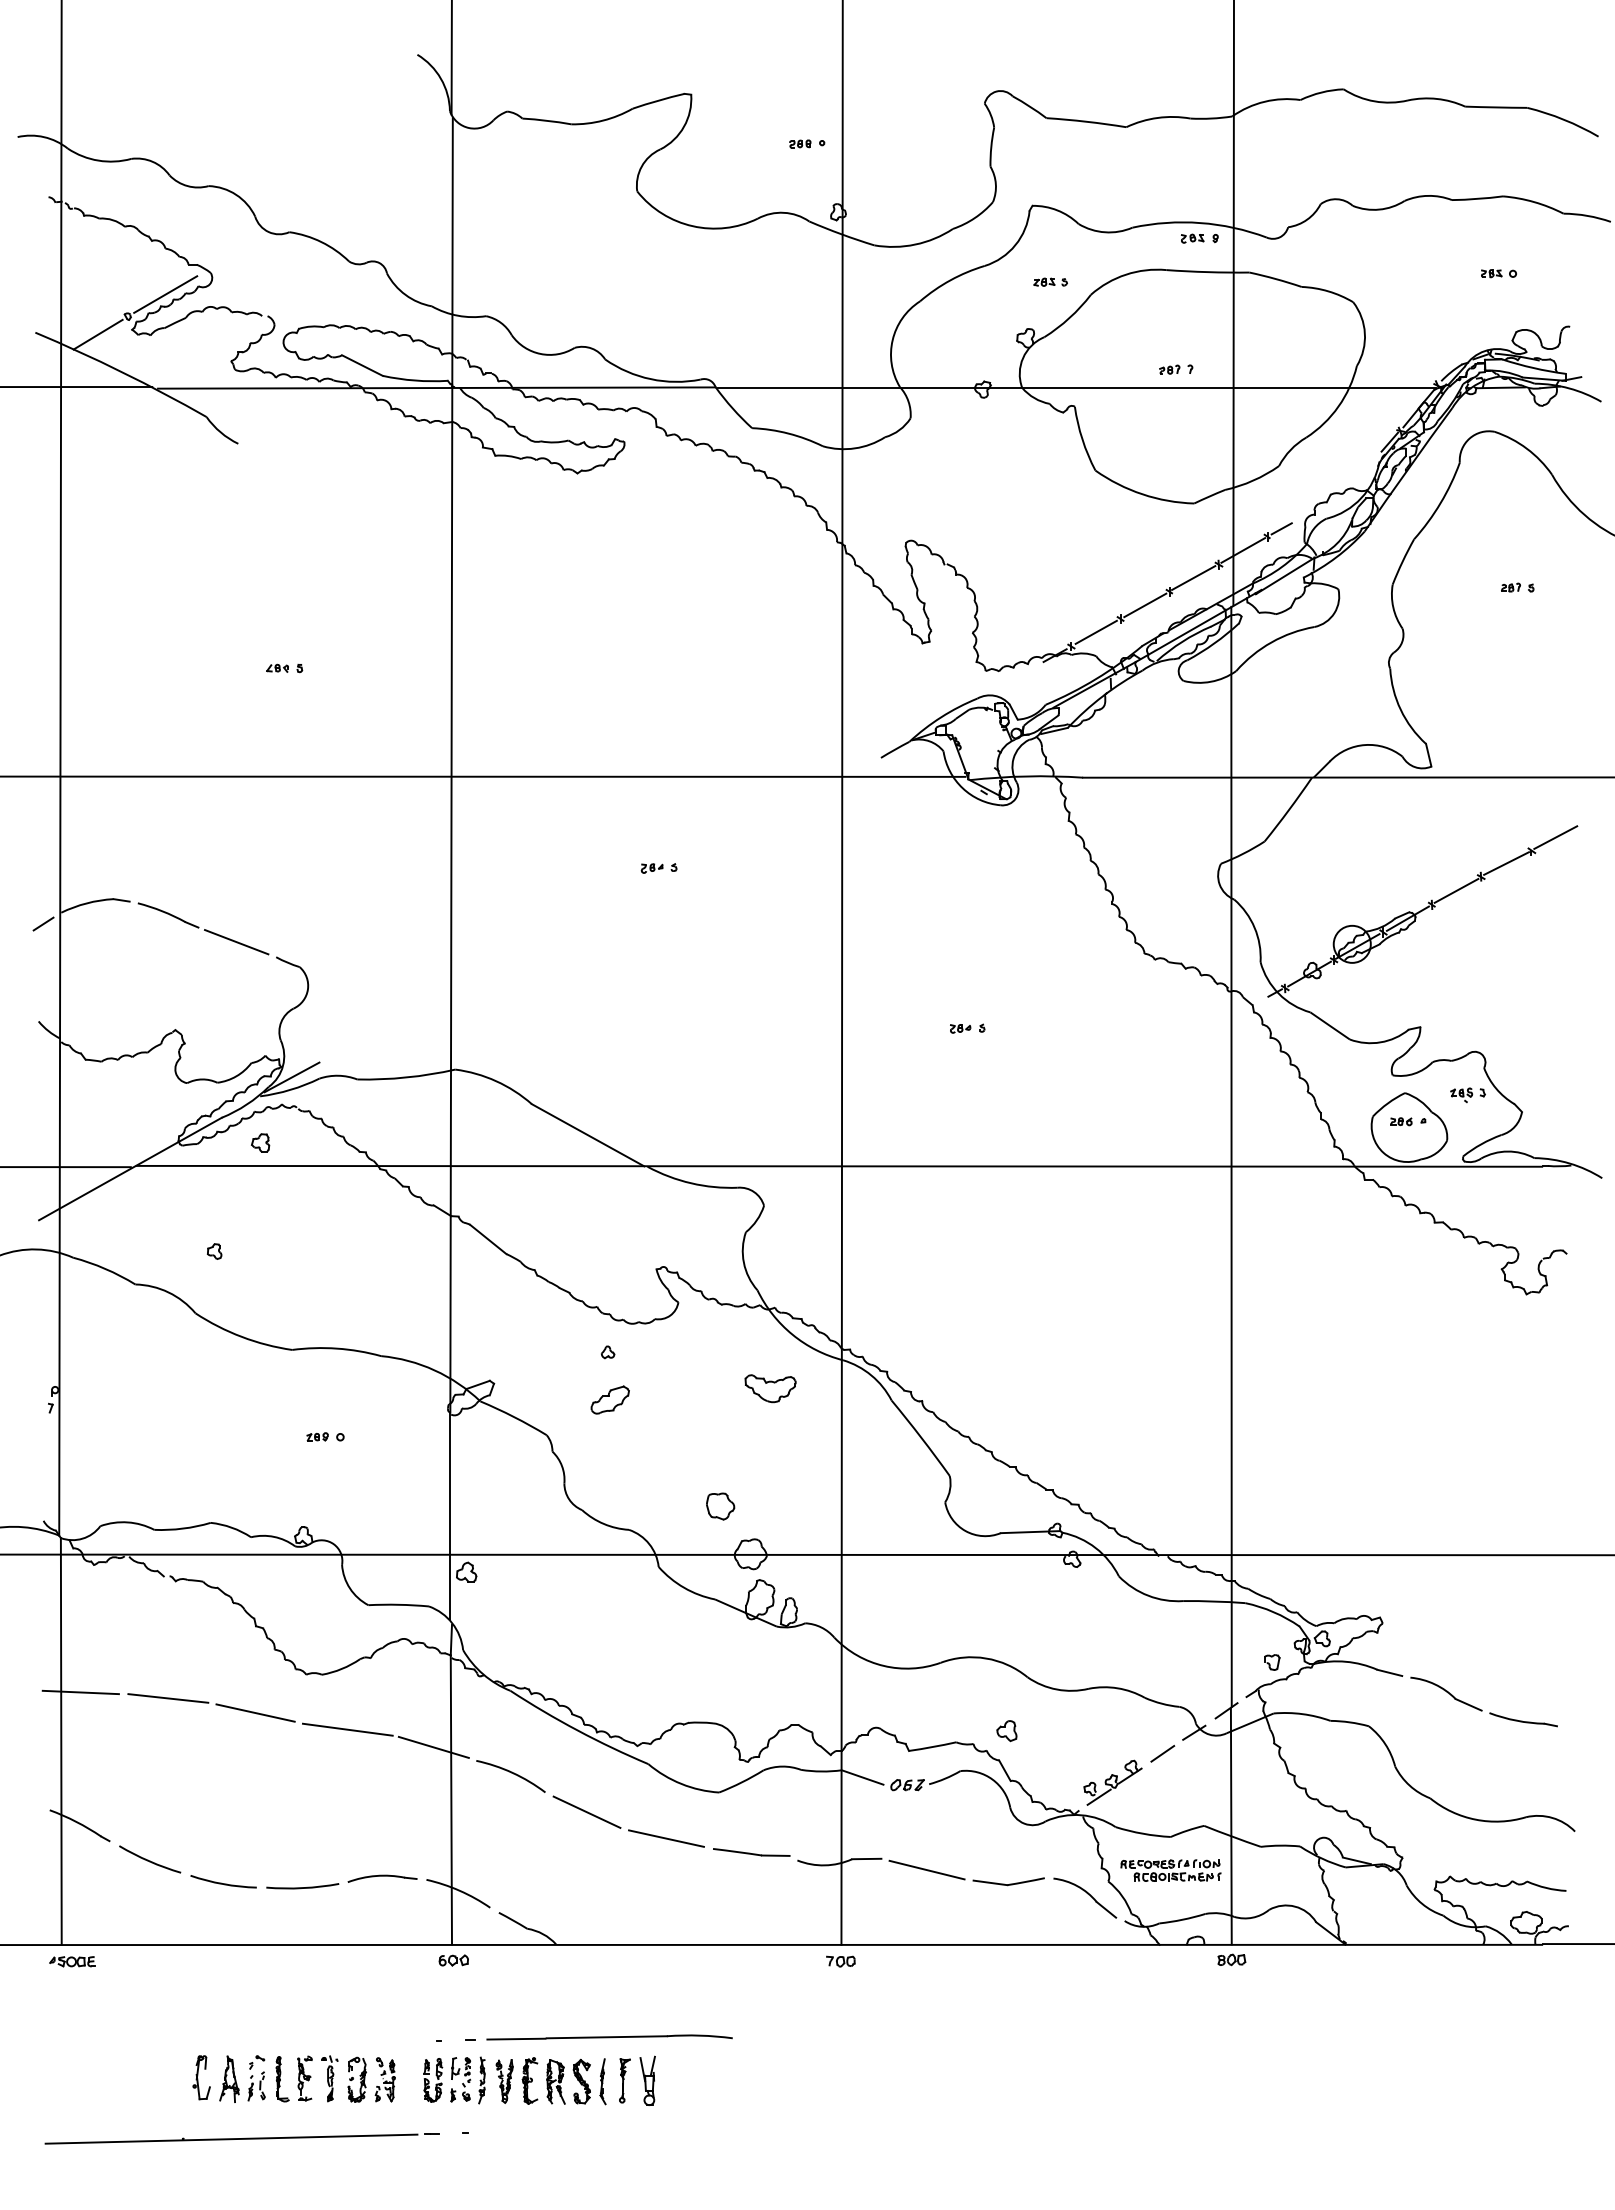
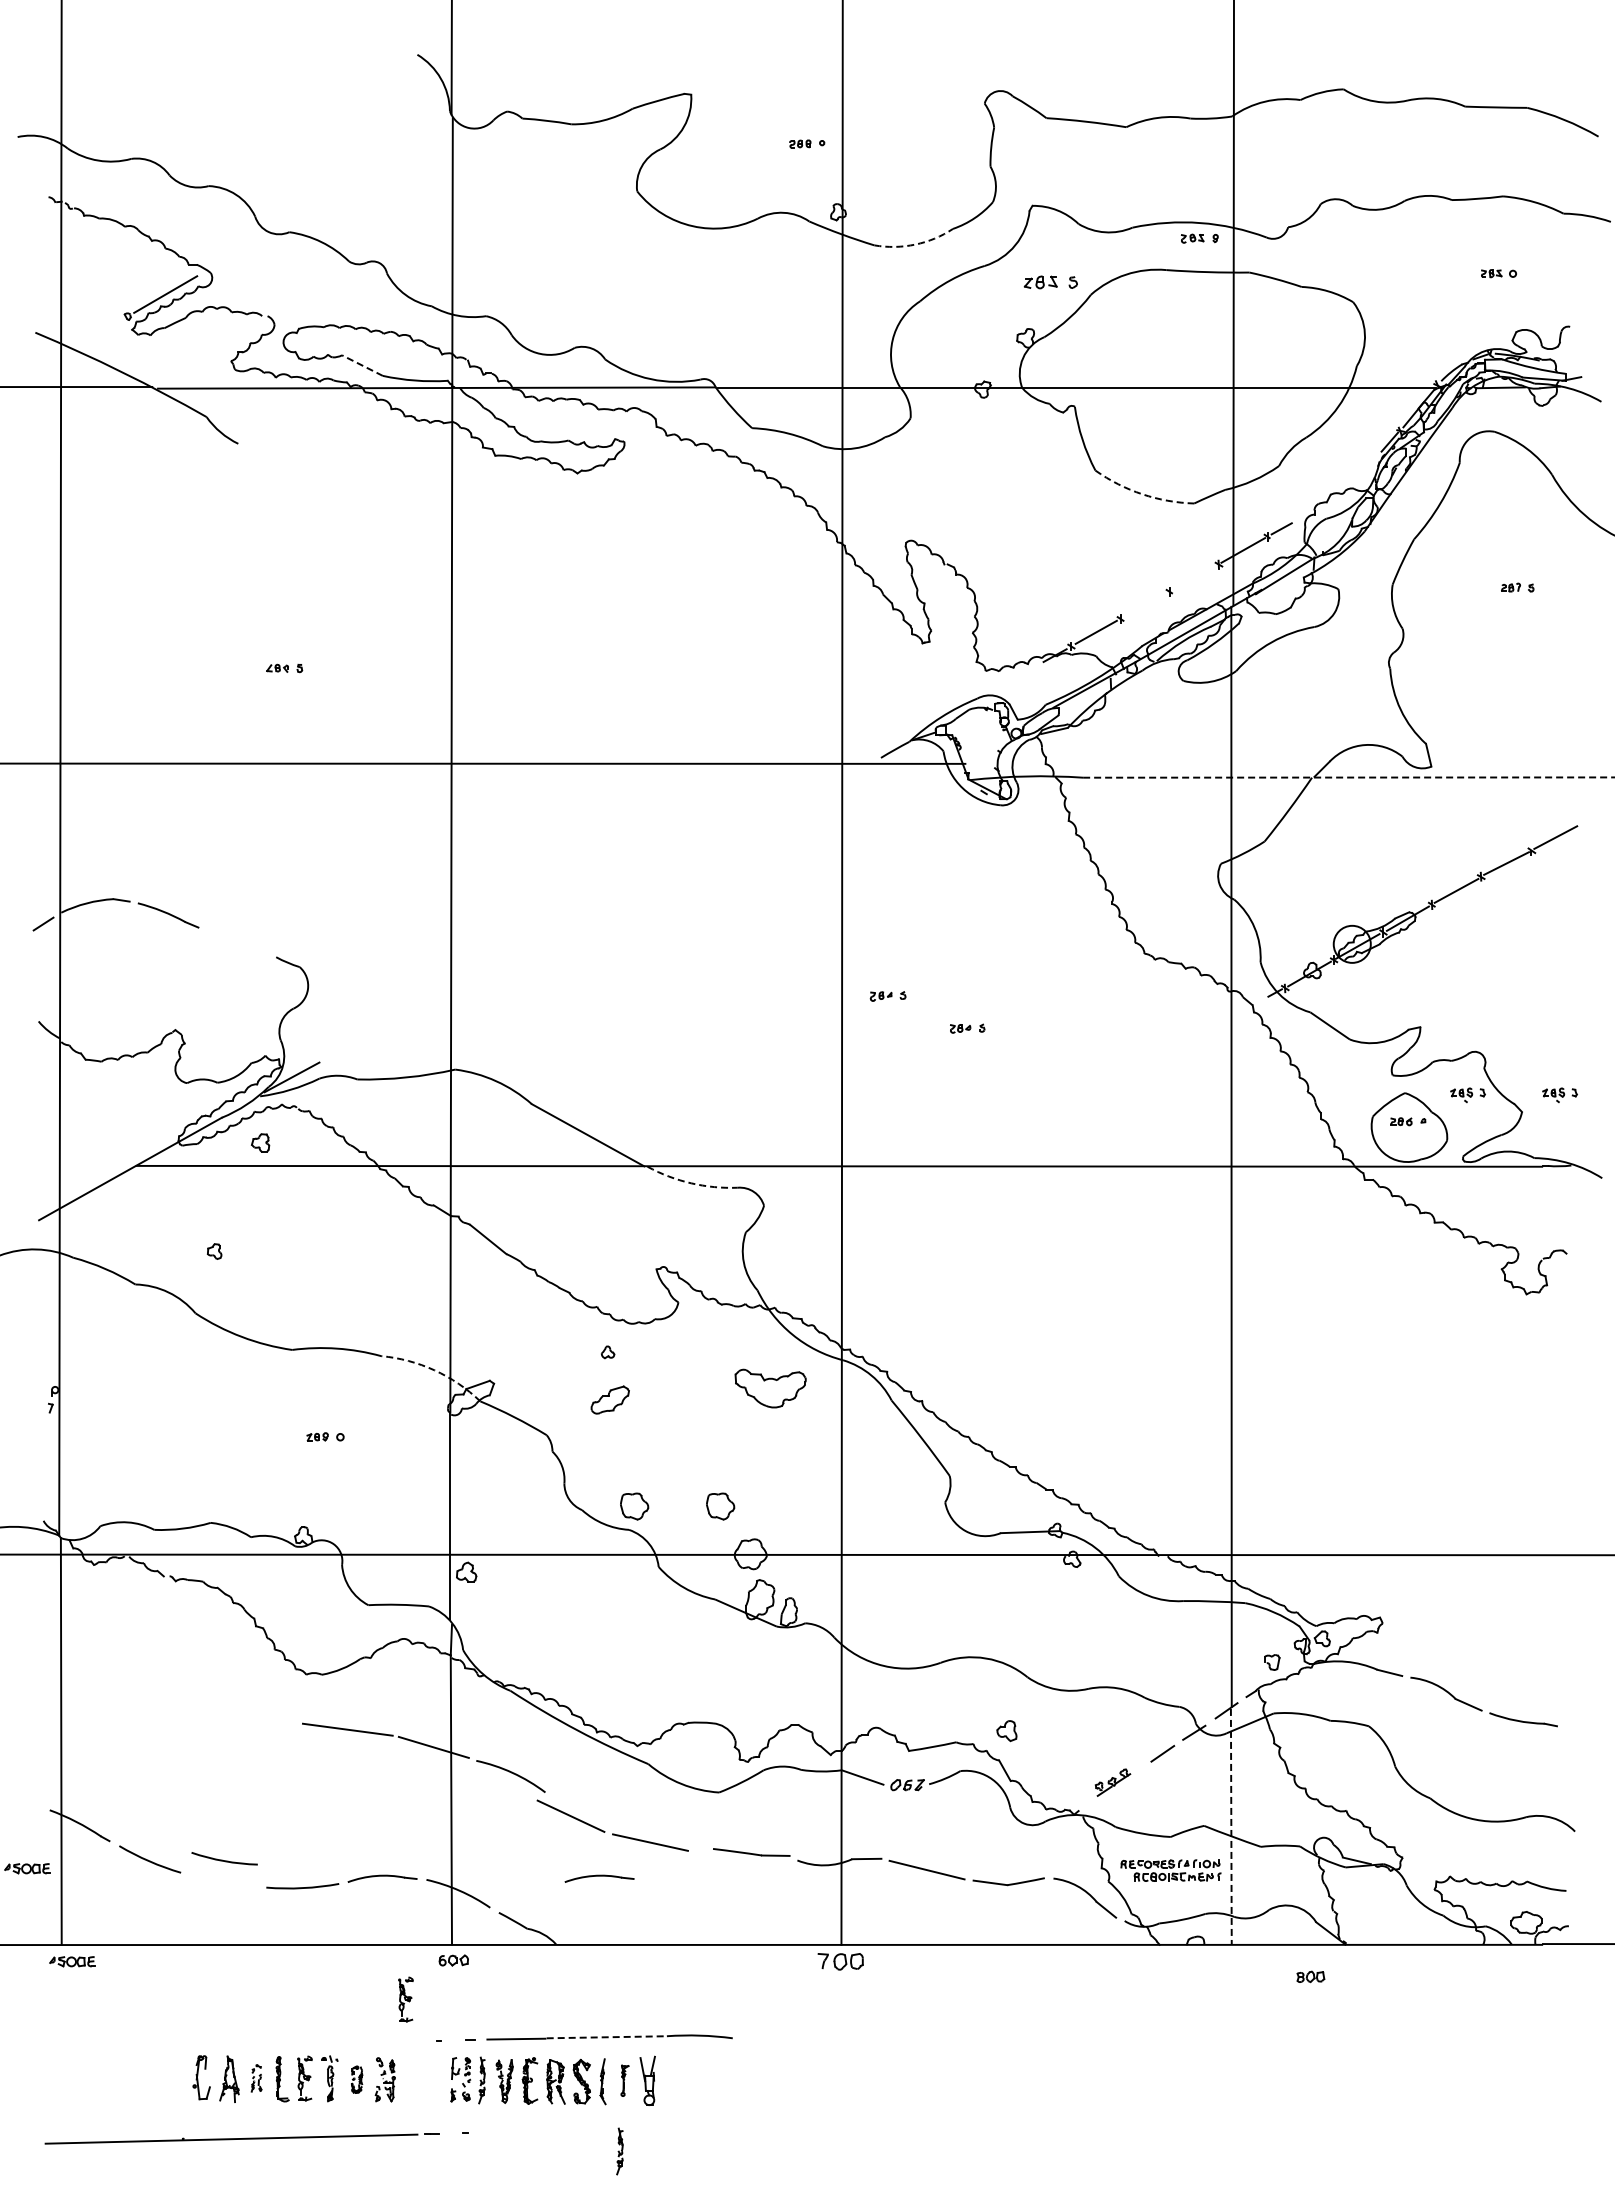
arc at (915, 244): solid -> dashed
part at (1050, 281) size: 35x10 px -> 55x15 px
line at (97, 334): present -> none
line at (362, 365): solid -> dashed
part at (1176, 369): present -> none
arc at (1142, 494): solid -> dashed
line at (1193, 577): present -> none
line at (1145, 605): present -> none
line at (483, 776) position: (483, 776) -> (483, 763)
line at (1349, 777): solid -> dashed
part at (658, 868) position: (658, 868) -> (887, 996)
line at (236, 942): present -> none
part at (1559, 1095): none -> present
line at (66, 1167): present -> none
arc at (691, 1183): solid -> dashed
arc at (434, 1370): solid -> dashed
part at (770, 1388) size: 53x30 px -> 73x41 px
part at (634, 1506): none -> present
line at (80, 1692): present -> none
line at (168, 1698): present -> none
line at (255, 1712): present -> none
part at (1112, 1782) size: 60x47 px -> 38x29 px
line at (1231, 1826): solid -> dashed
part at (628, 1829) position: (628, 1829) -> (612, 1833)
part at (27, 1868): none -> present
part at (599, 1878): none -> present
arc at (223, 1883) position: (223, 1883) -> (224, 1860)
part at (1231, 1959) position: (1231, 1959) -> (1310, 1976)
part at (840, 1961) size: 30x13 px -> 47x18 px
part at (405, 1999): none -> present
line at (607, 2037): solid -> dashed
part at (256, 2078) size: 19x47 px -> 13x29 px
part at (356, 2079) size: 20x47 px -> 13x29 px
part at (433, 2080): present -> none
part at (624, 2080) size: 12x46 px -> 10x33 px
part at (619, 2151): none -> present
